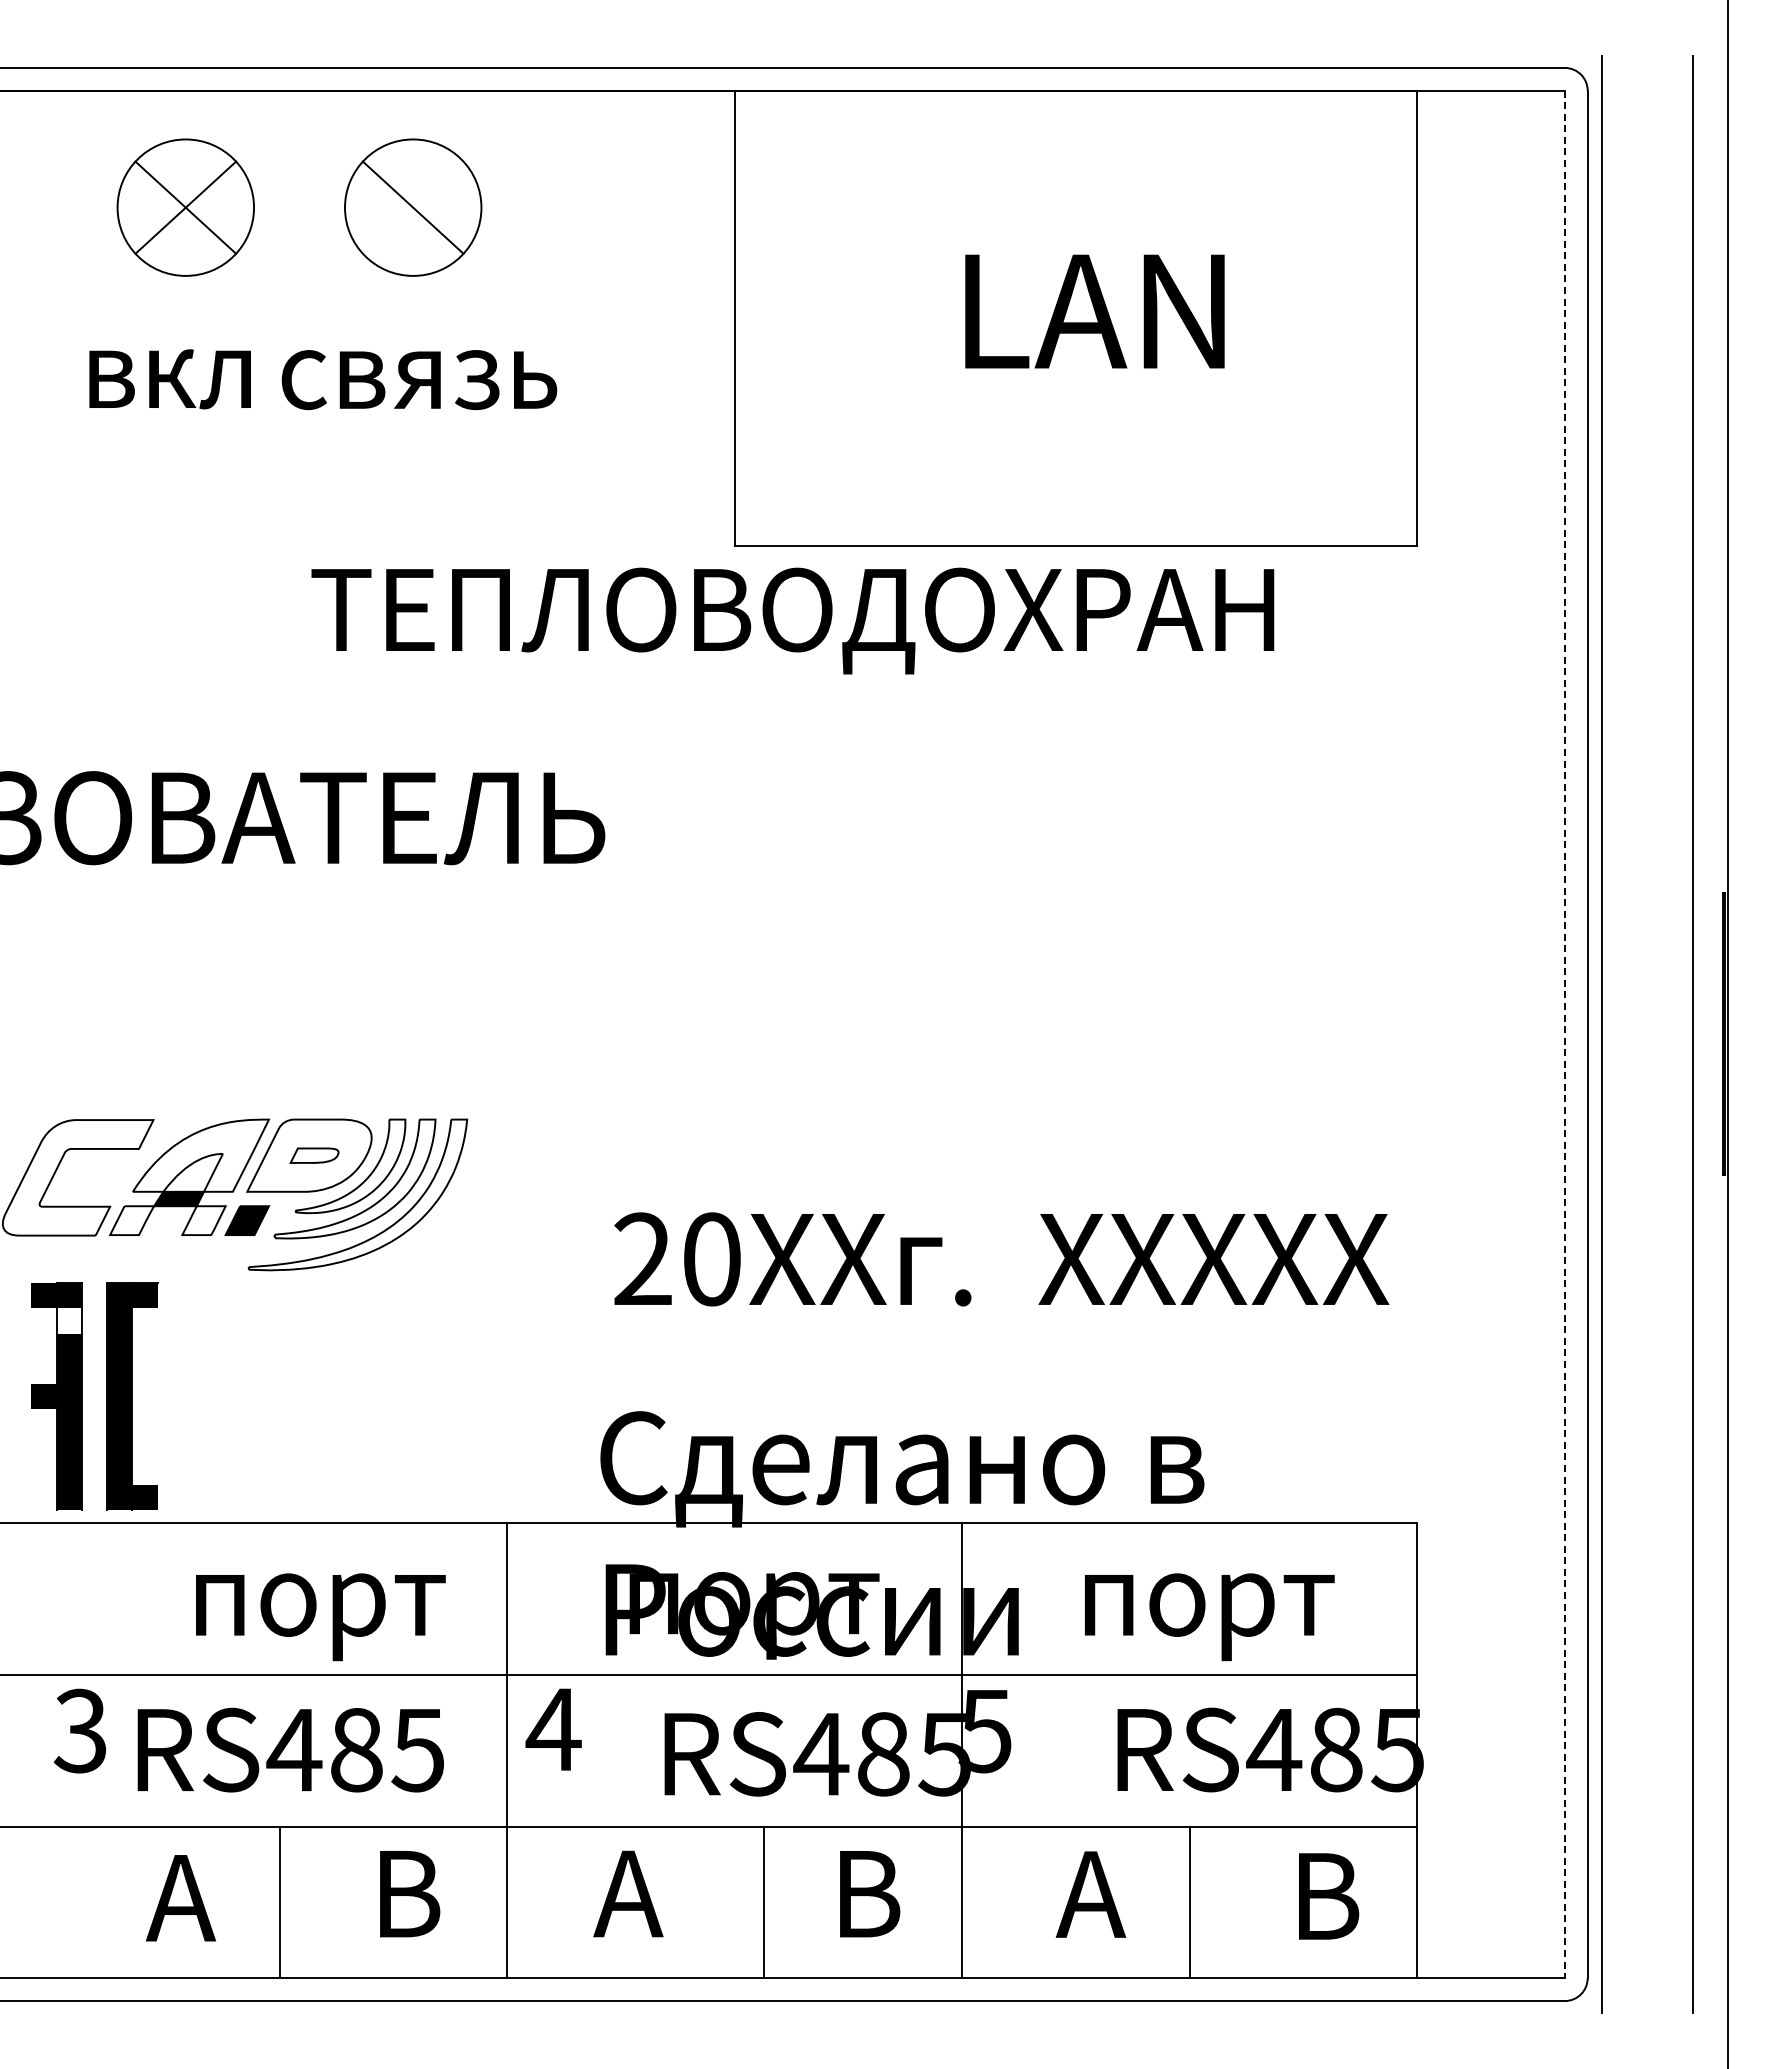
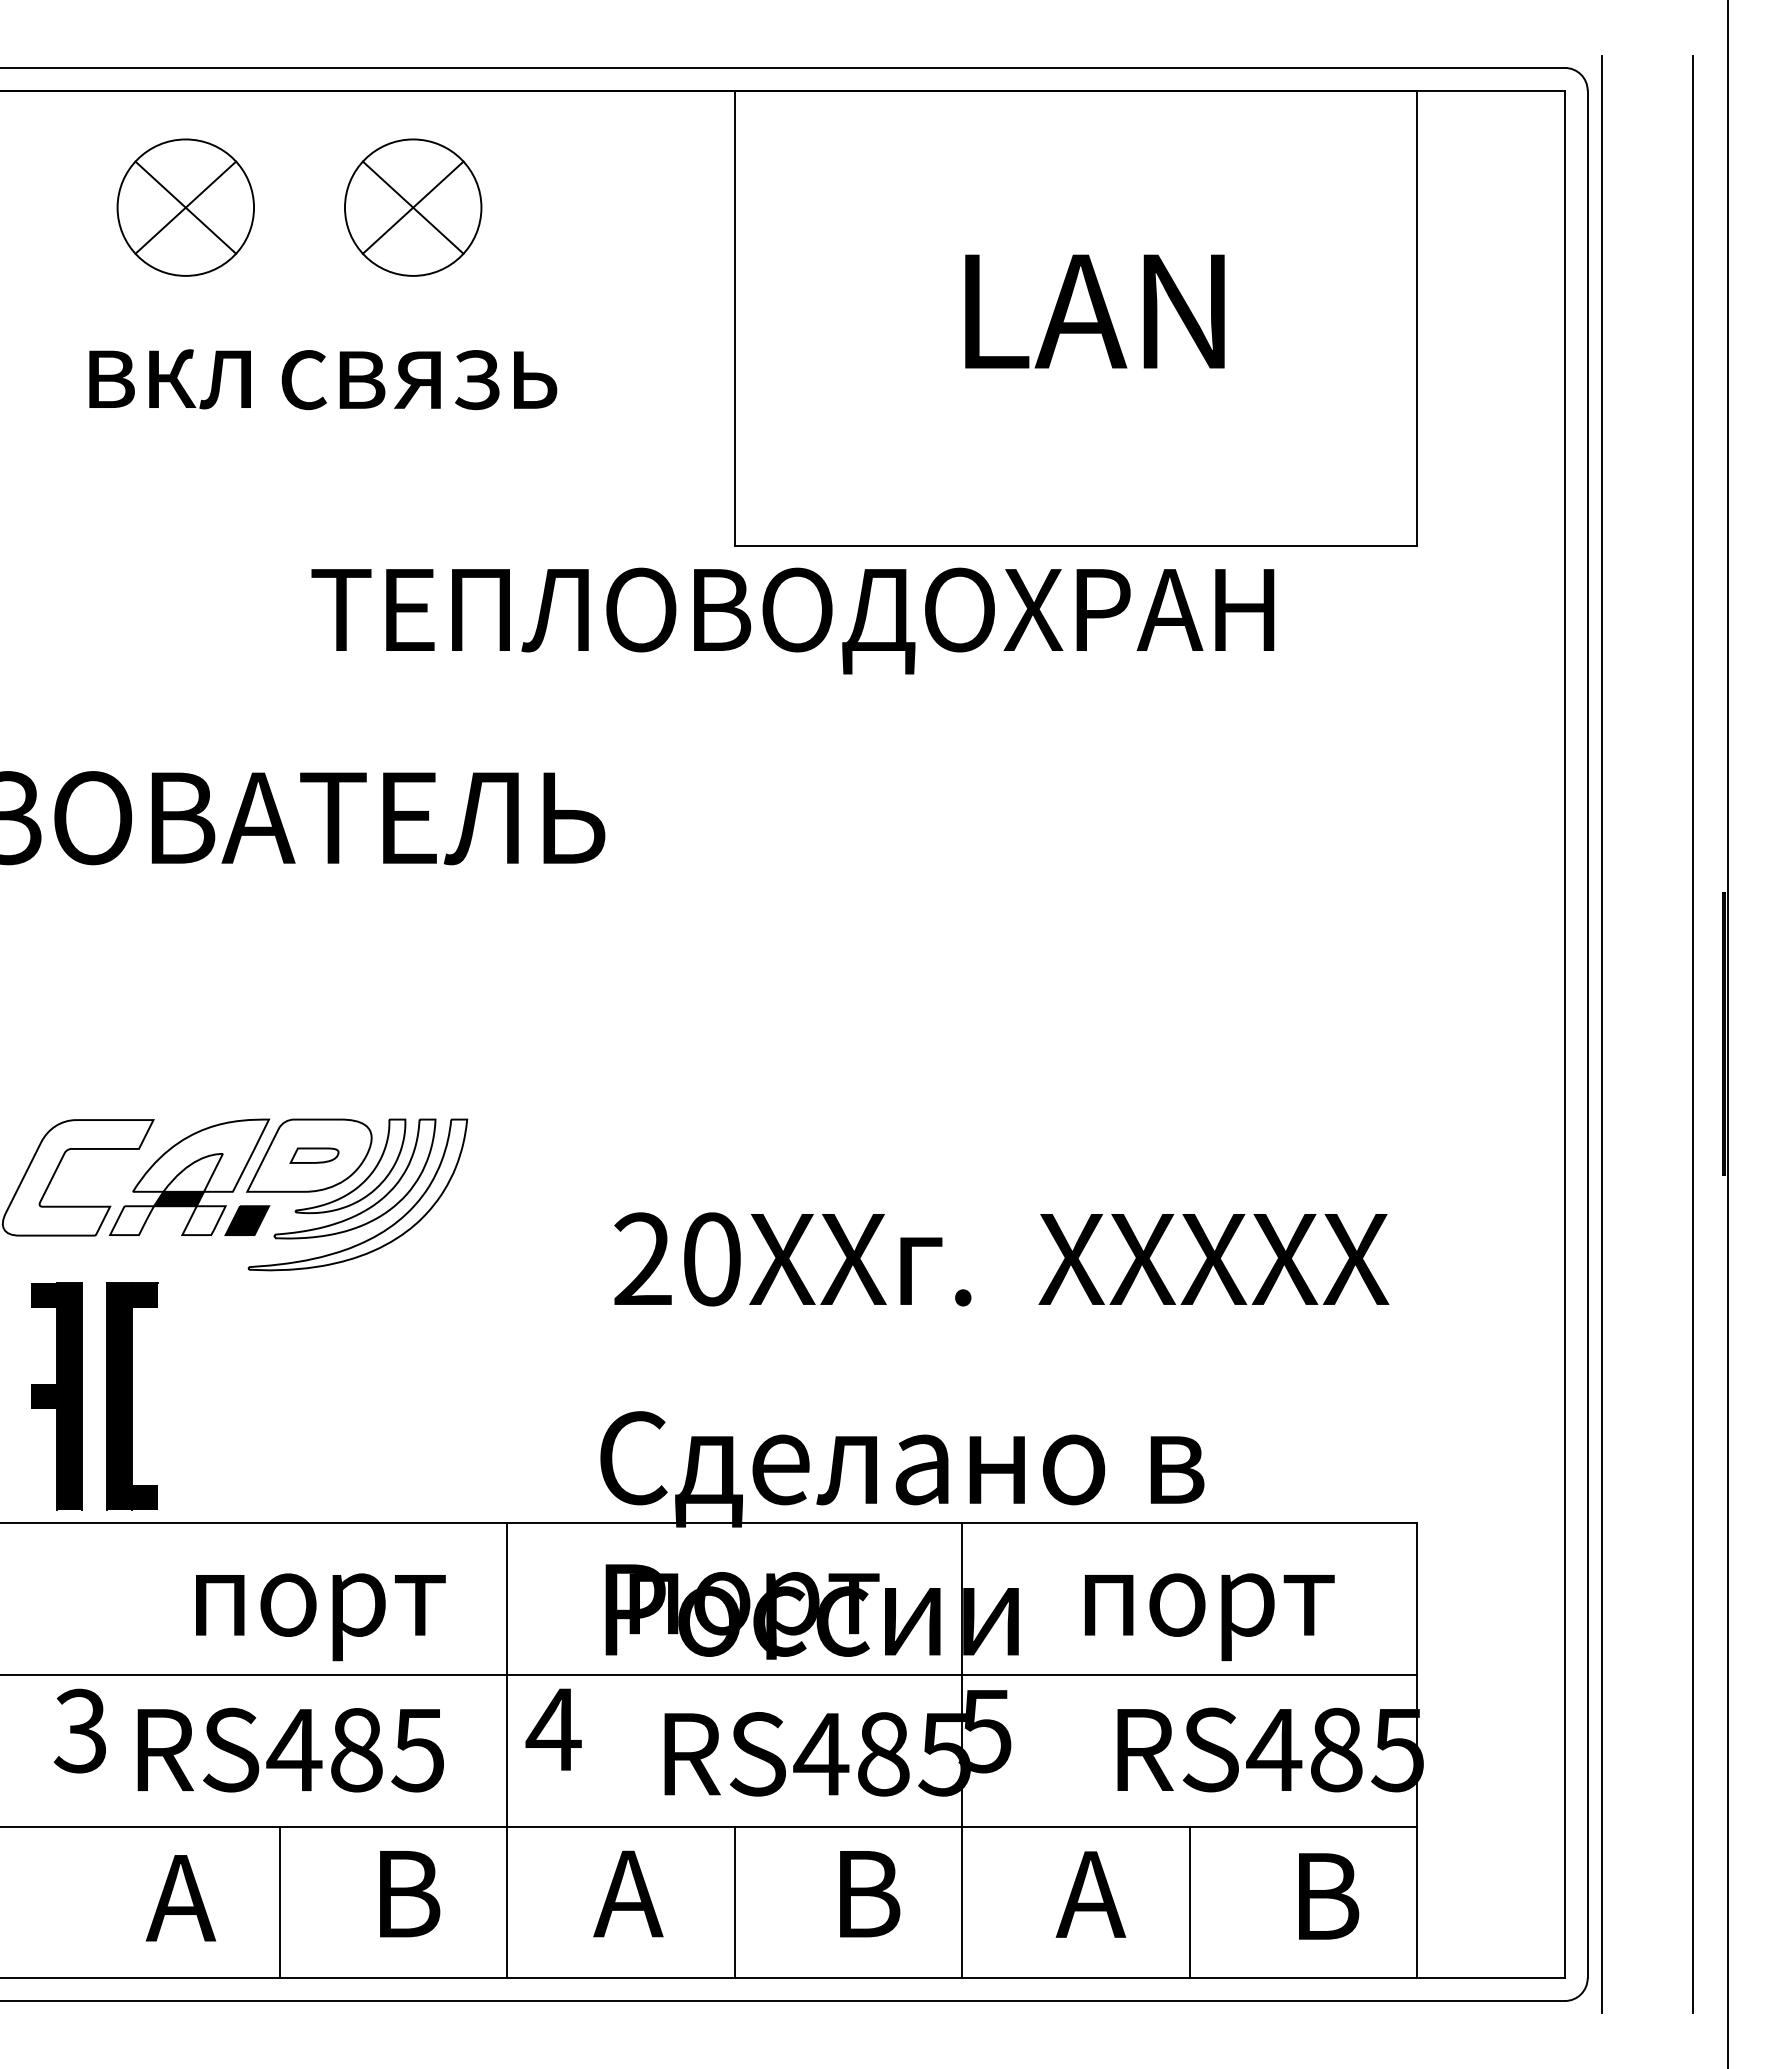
line at (412, 207): none -> present
line at (1564, 1034): dashed -> solid
fill at (68, 1320): none -> present
line at (763, 1902) position: (763, 1902) -> (734, 1902)
